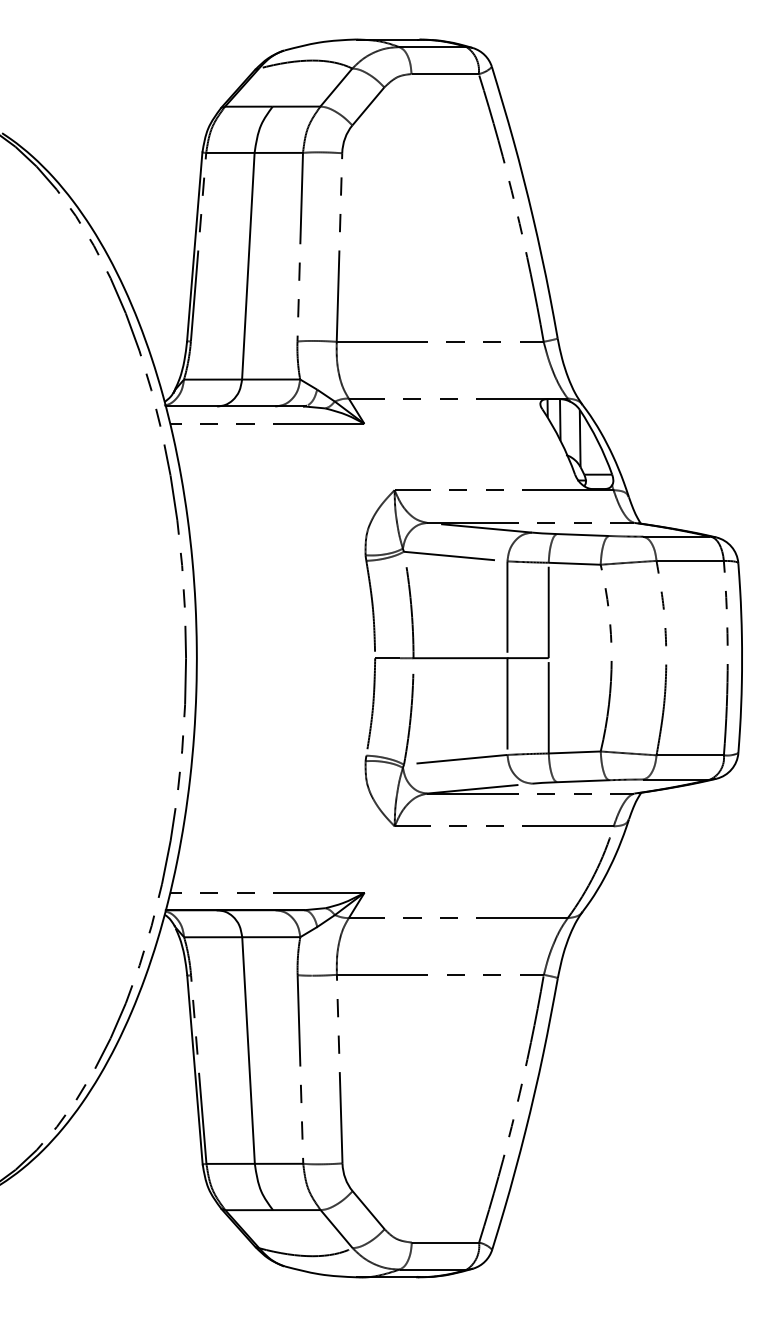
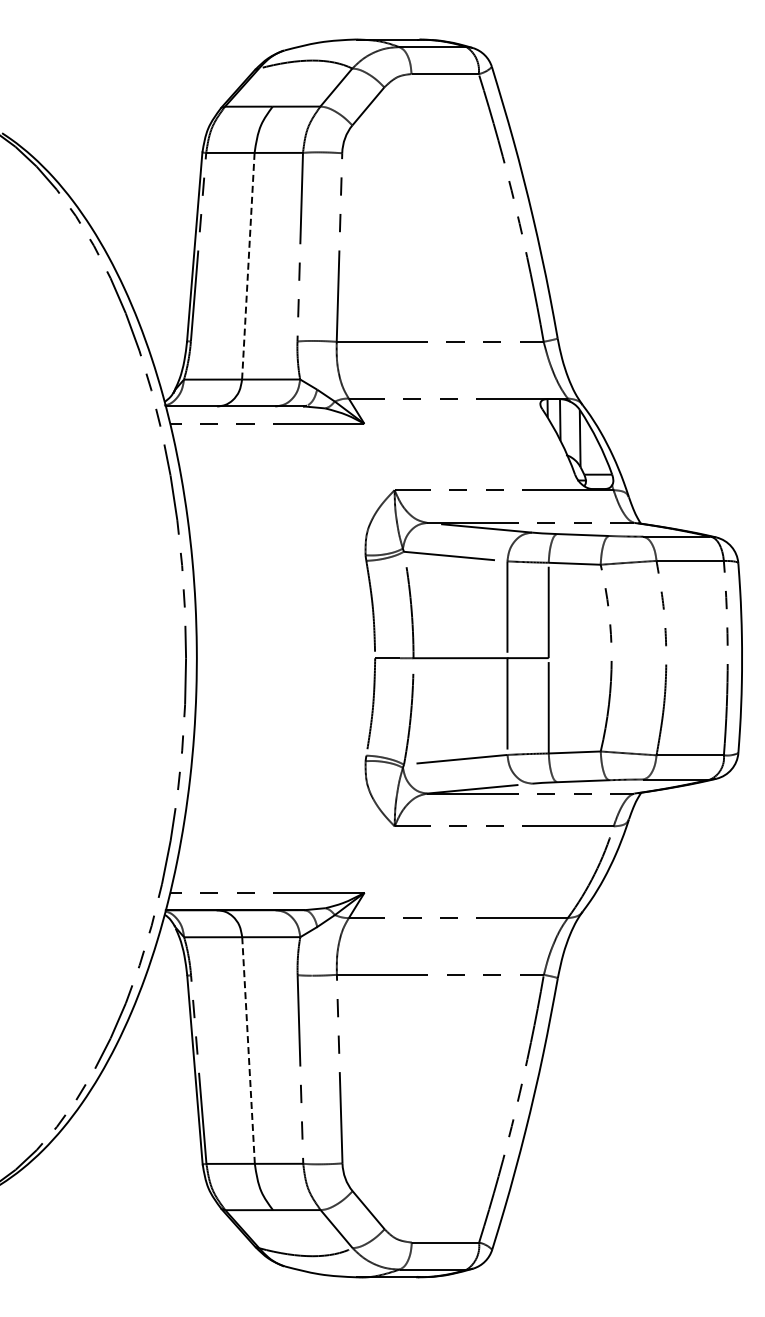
line at (248, 265): solid -> dashed
line at (248, 1051): solid -> dashed
